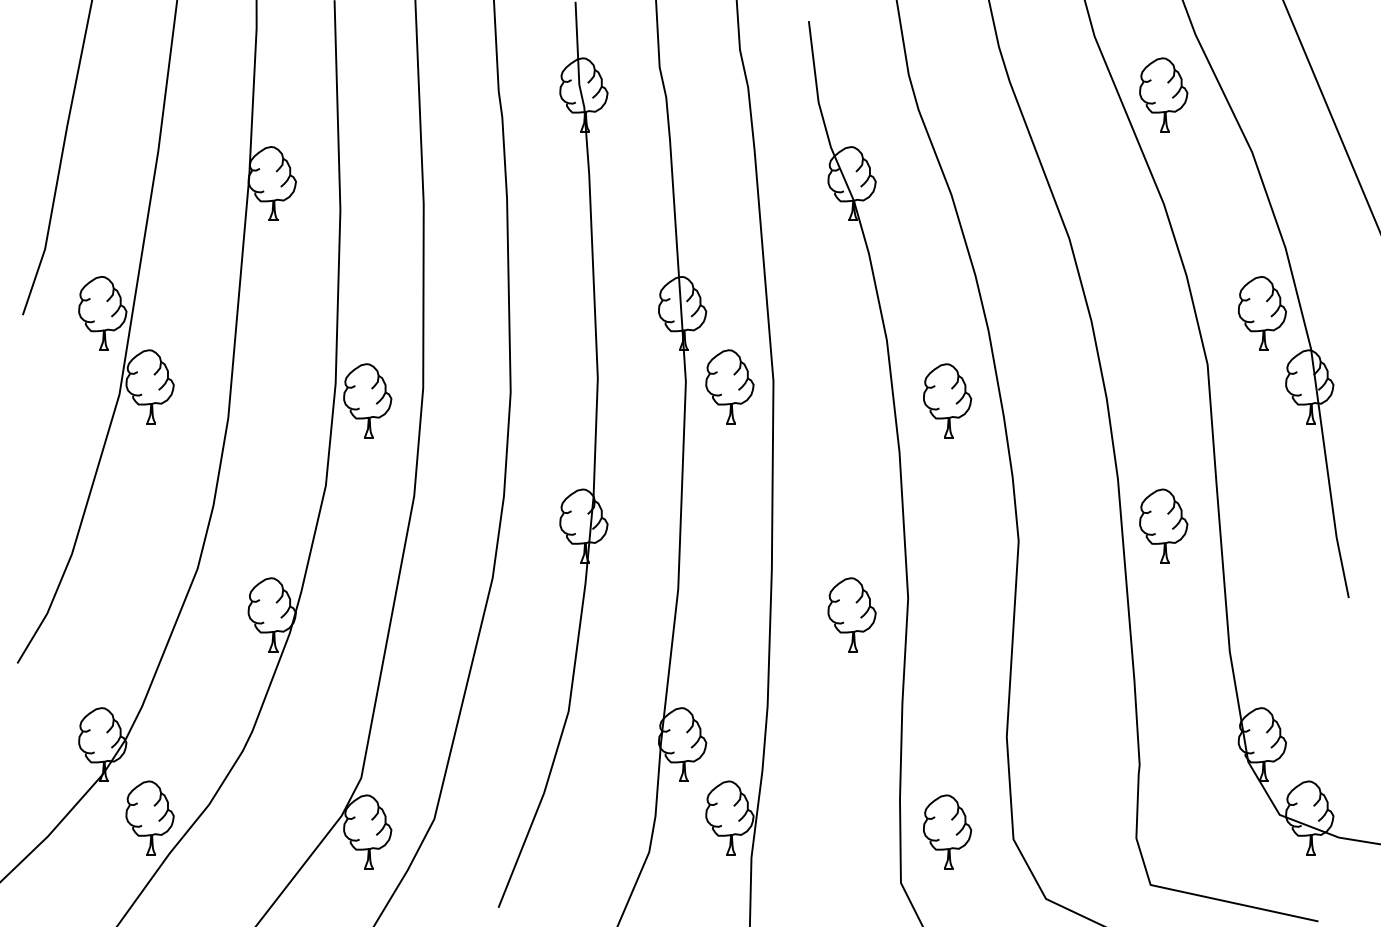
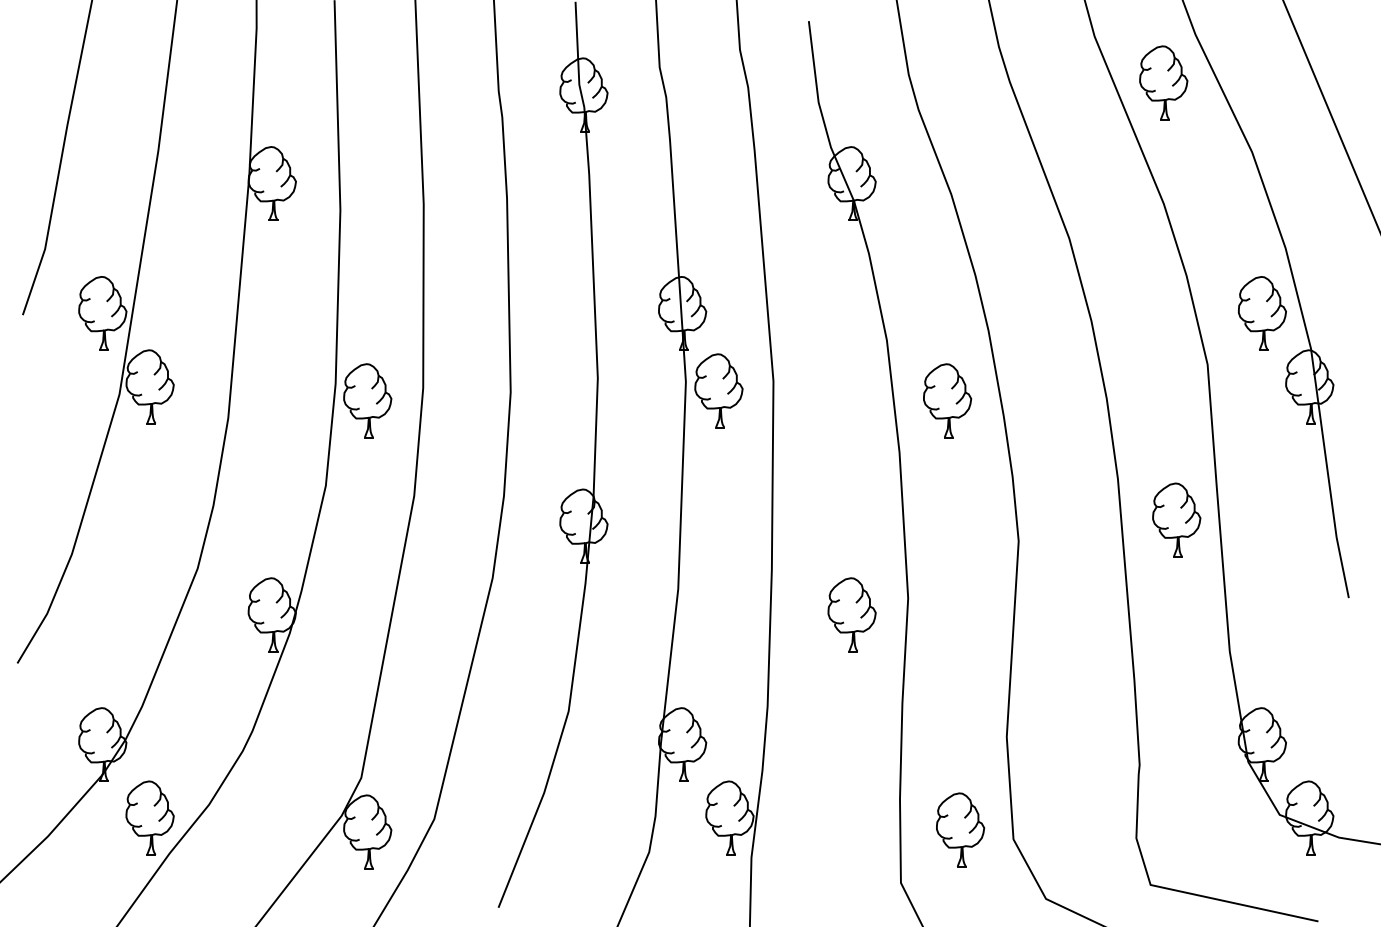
part at (1163, 94) position: (1163, 94) -> (1163, 82)
part at (729, 386) position: (729, 386) -> (718, 390)
part at (1163, 525) position: (1163, 525) -> (1176, 519)
part at (947, 831) position: (947, 831) -> (960, 829)
